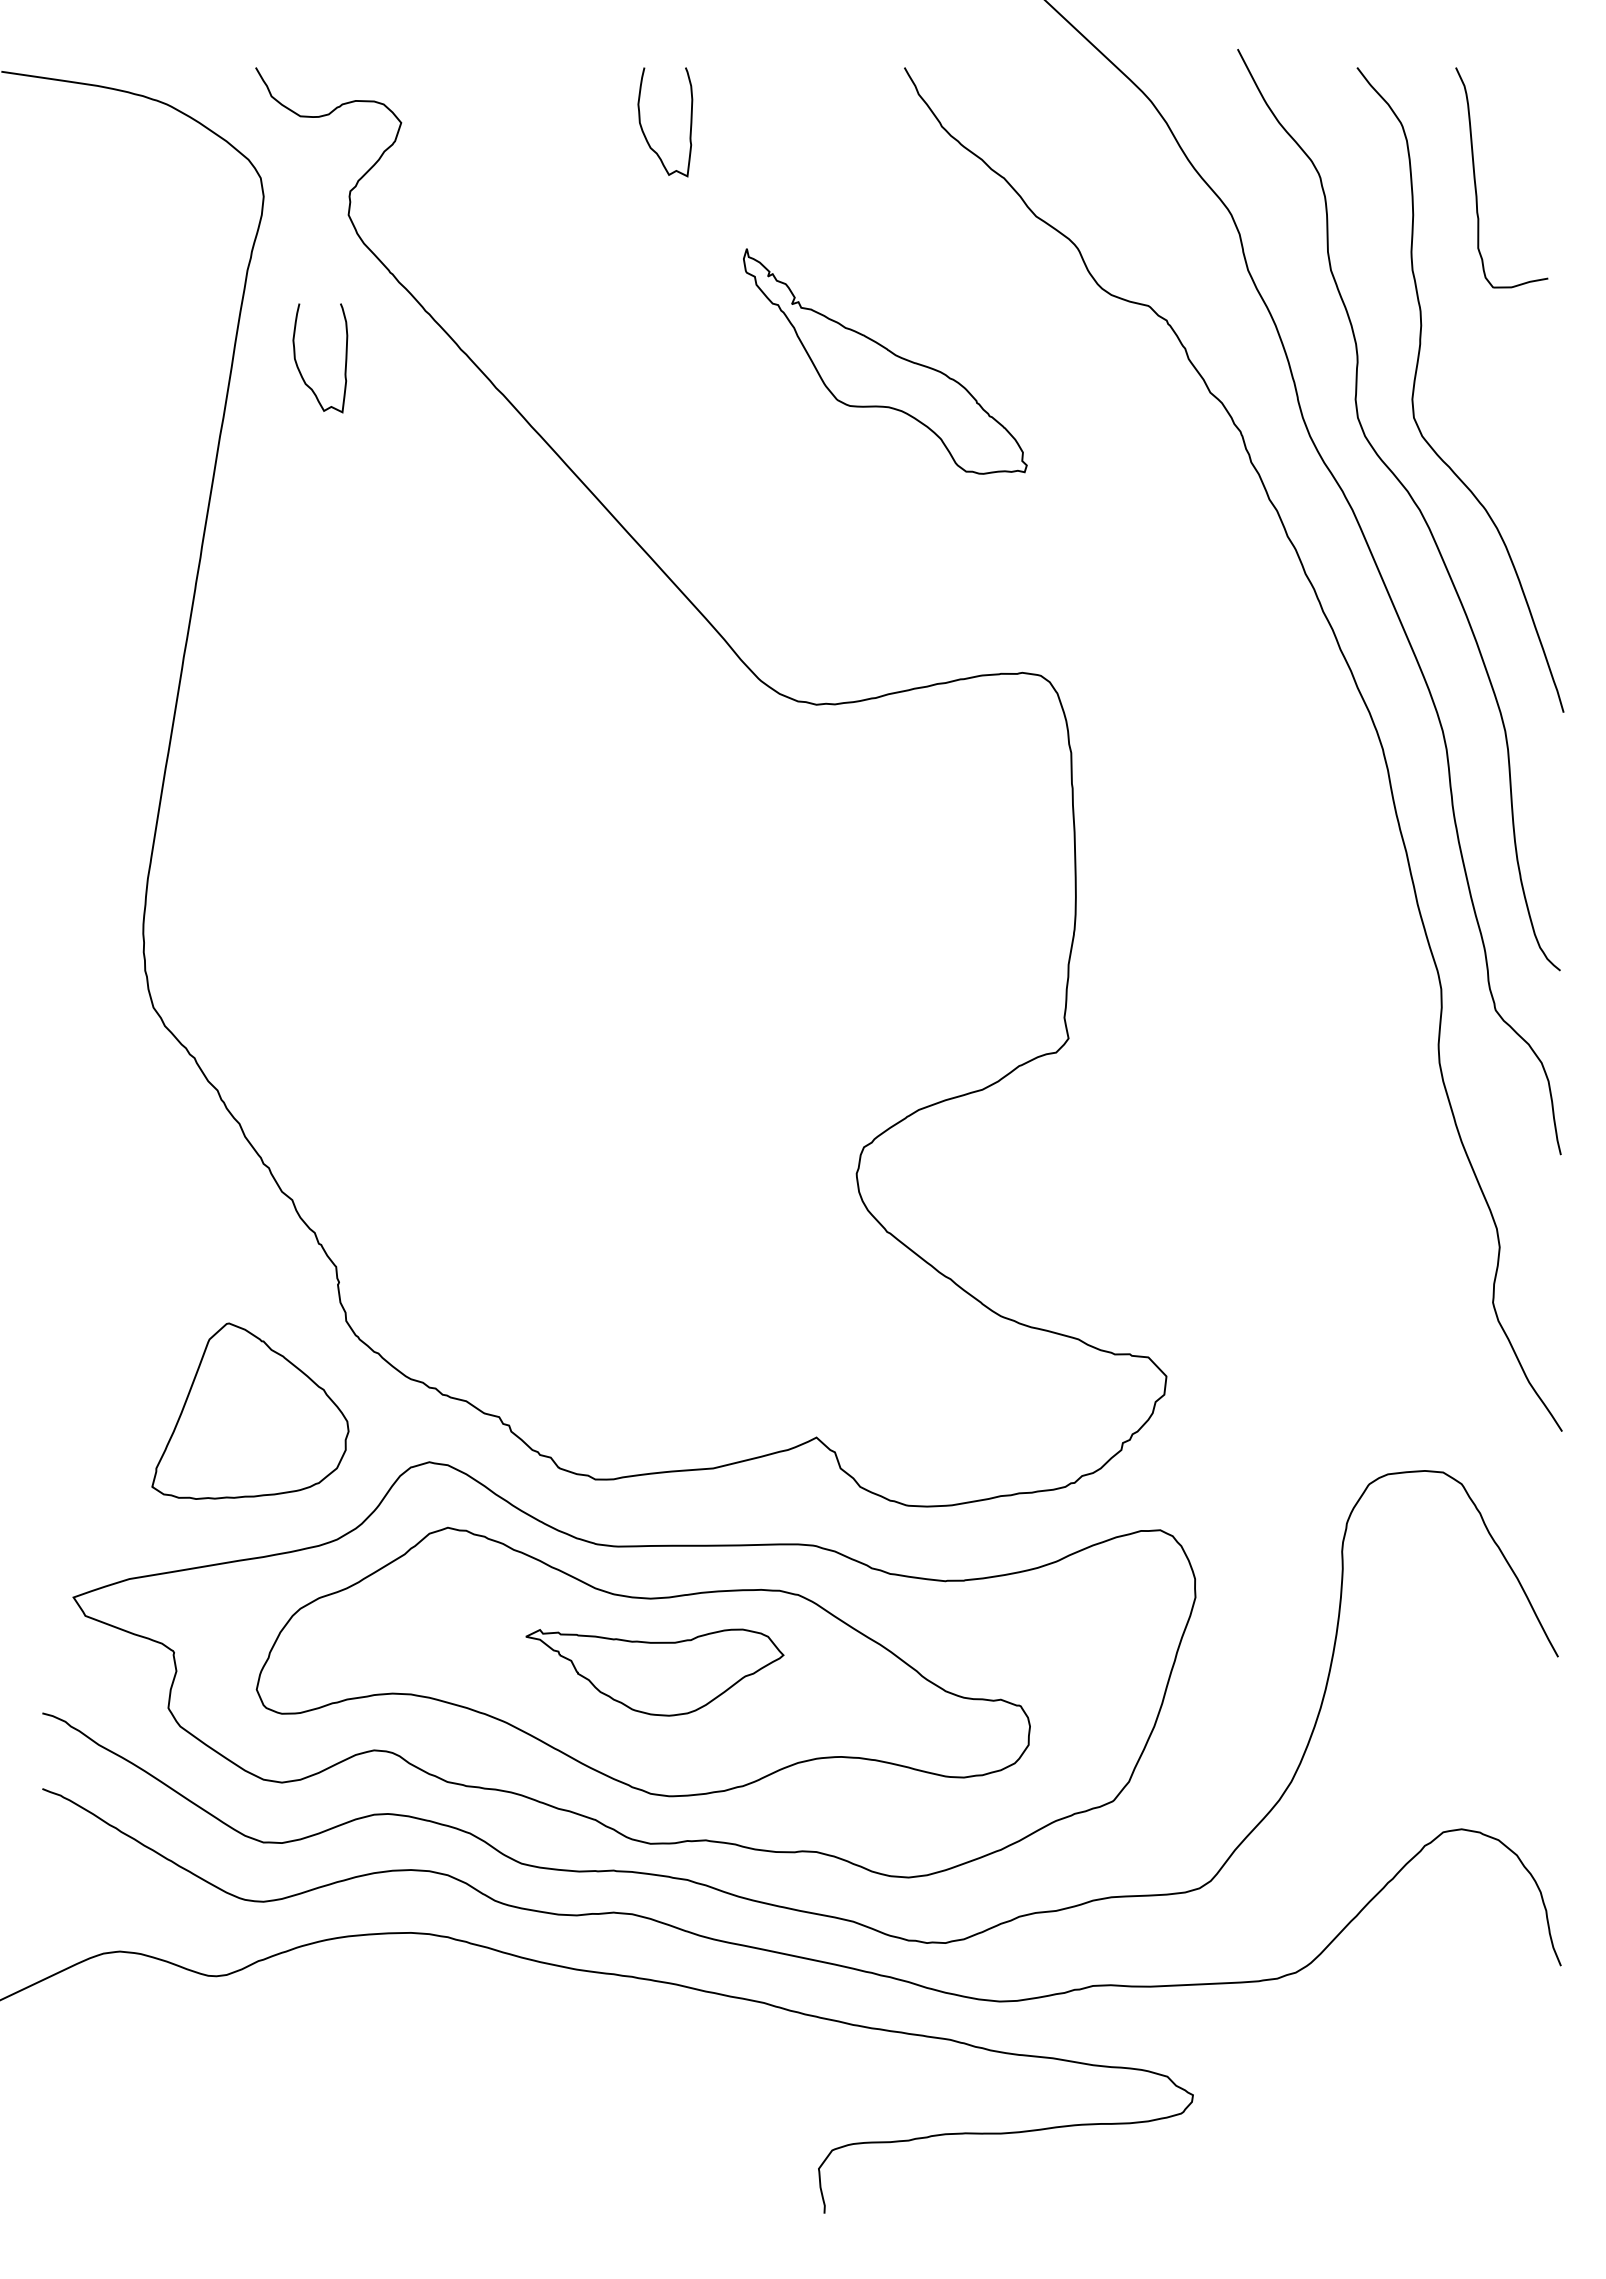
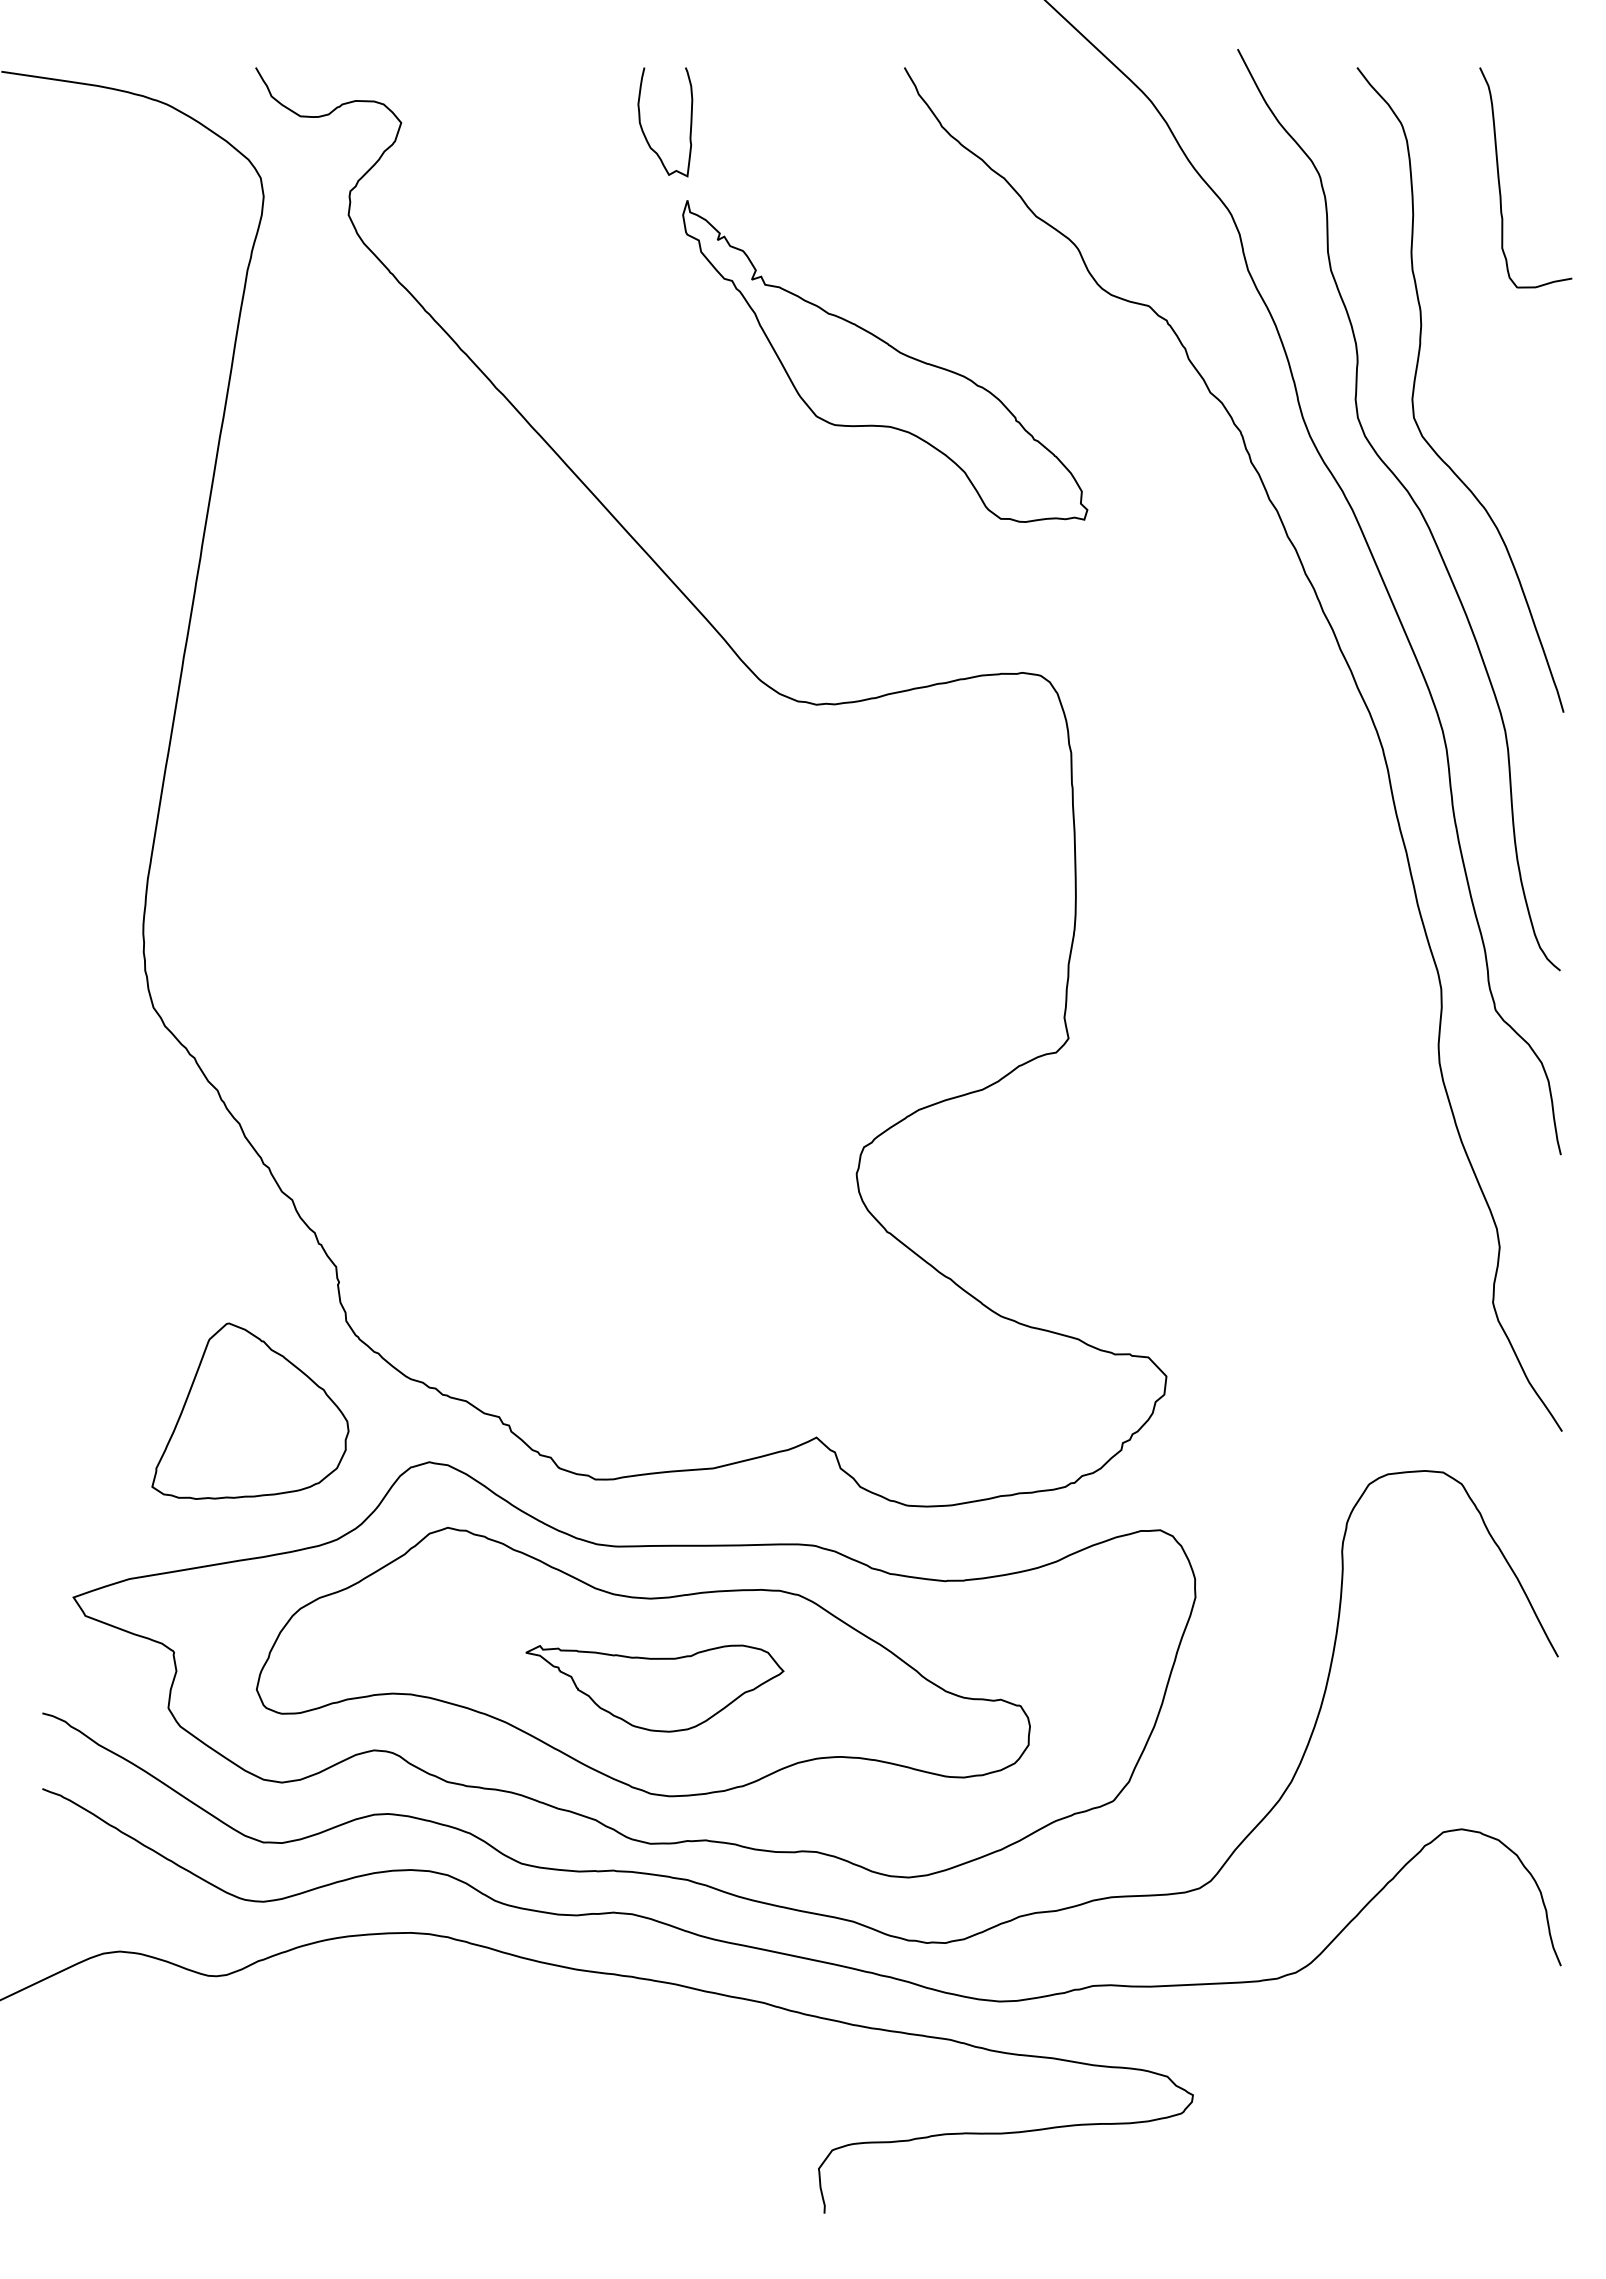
curve at (1476, 184) position: (1476, 184) -> (1500, 184)
part at (885, 361) size: 285x227 px -> 407x323 px
curve at (299, 368): present -> none
part at (654, 1672) position: (654, 1672) -> (654, 1688)
